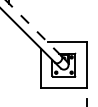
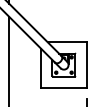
line at (33, 27): dashed -> solid
line at (9, 59): none -> present
